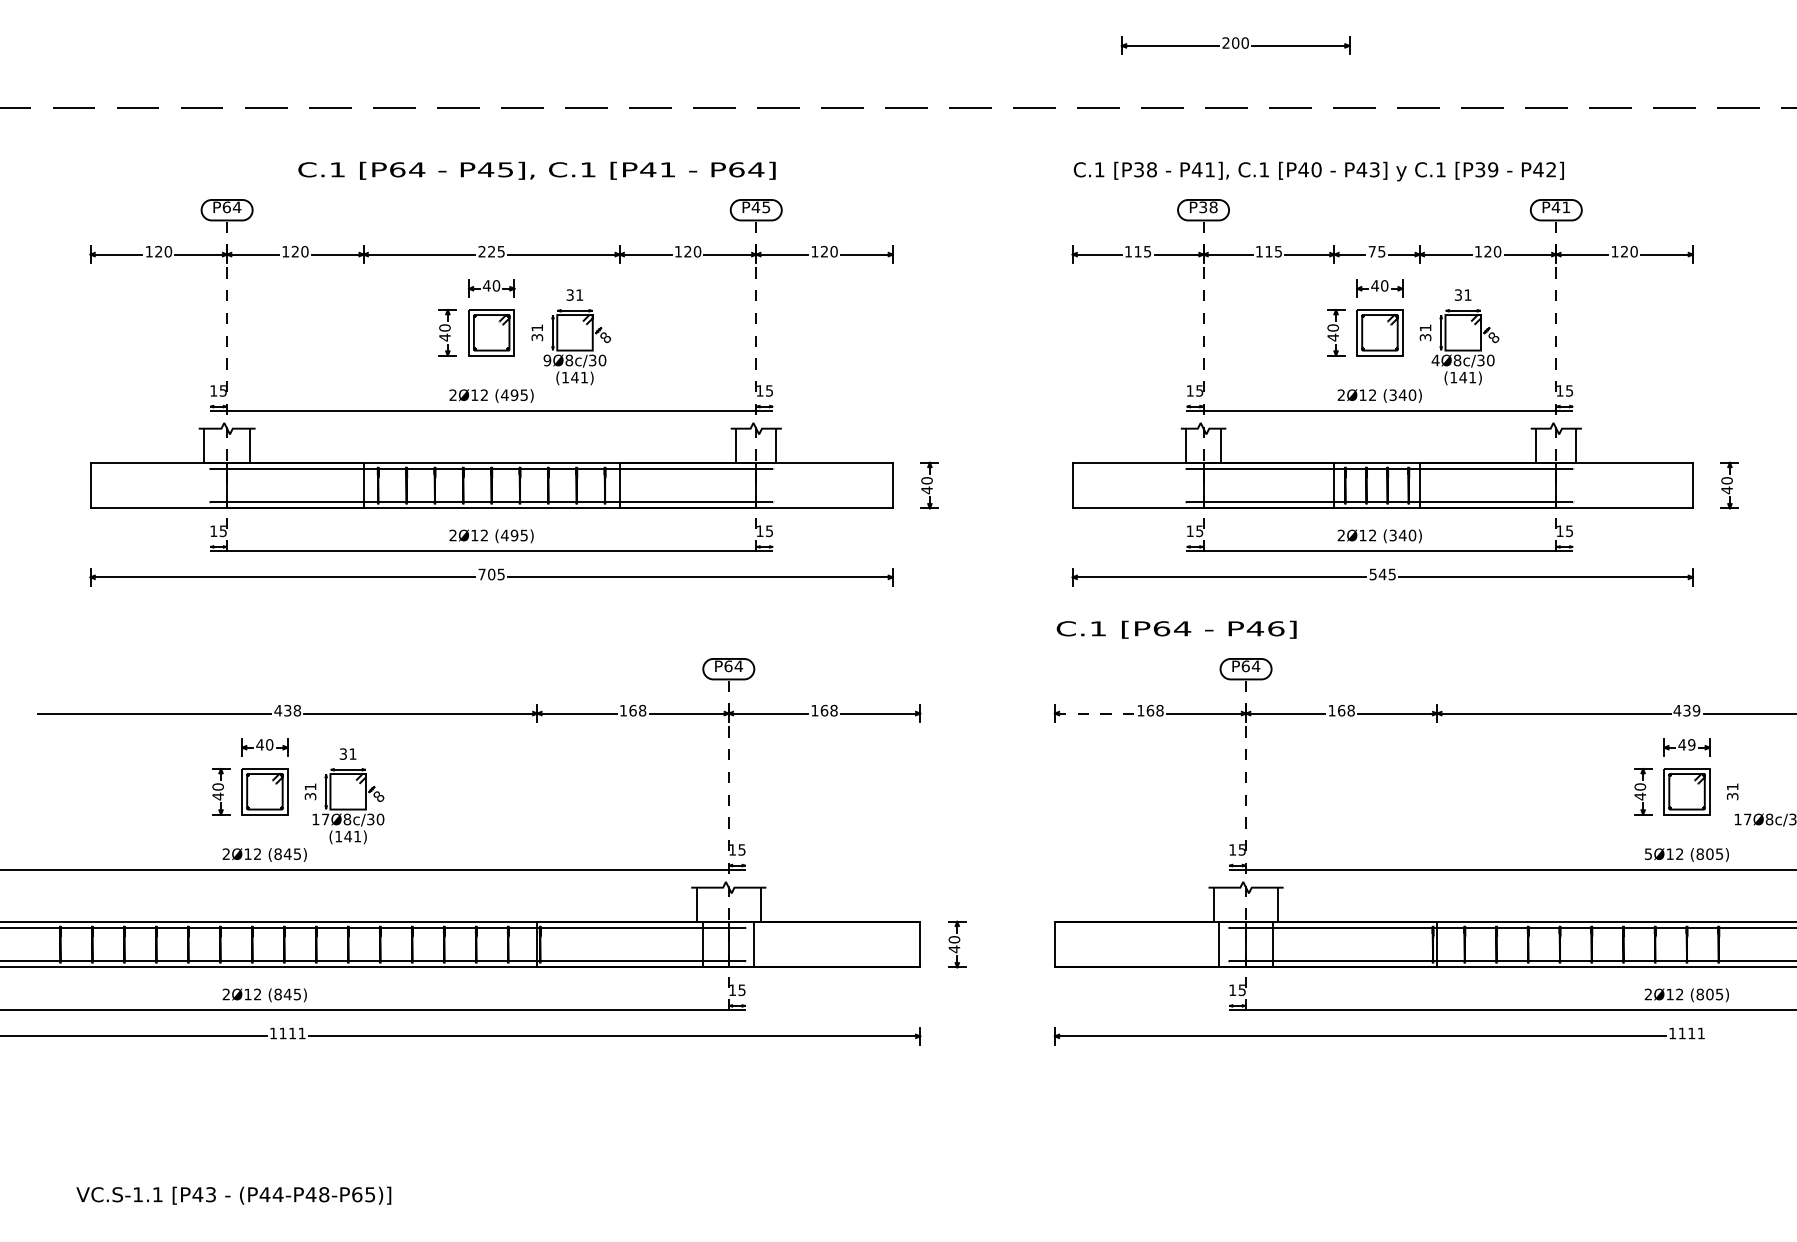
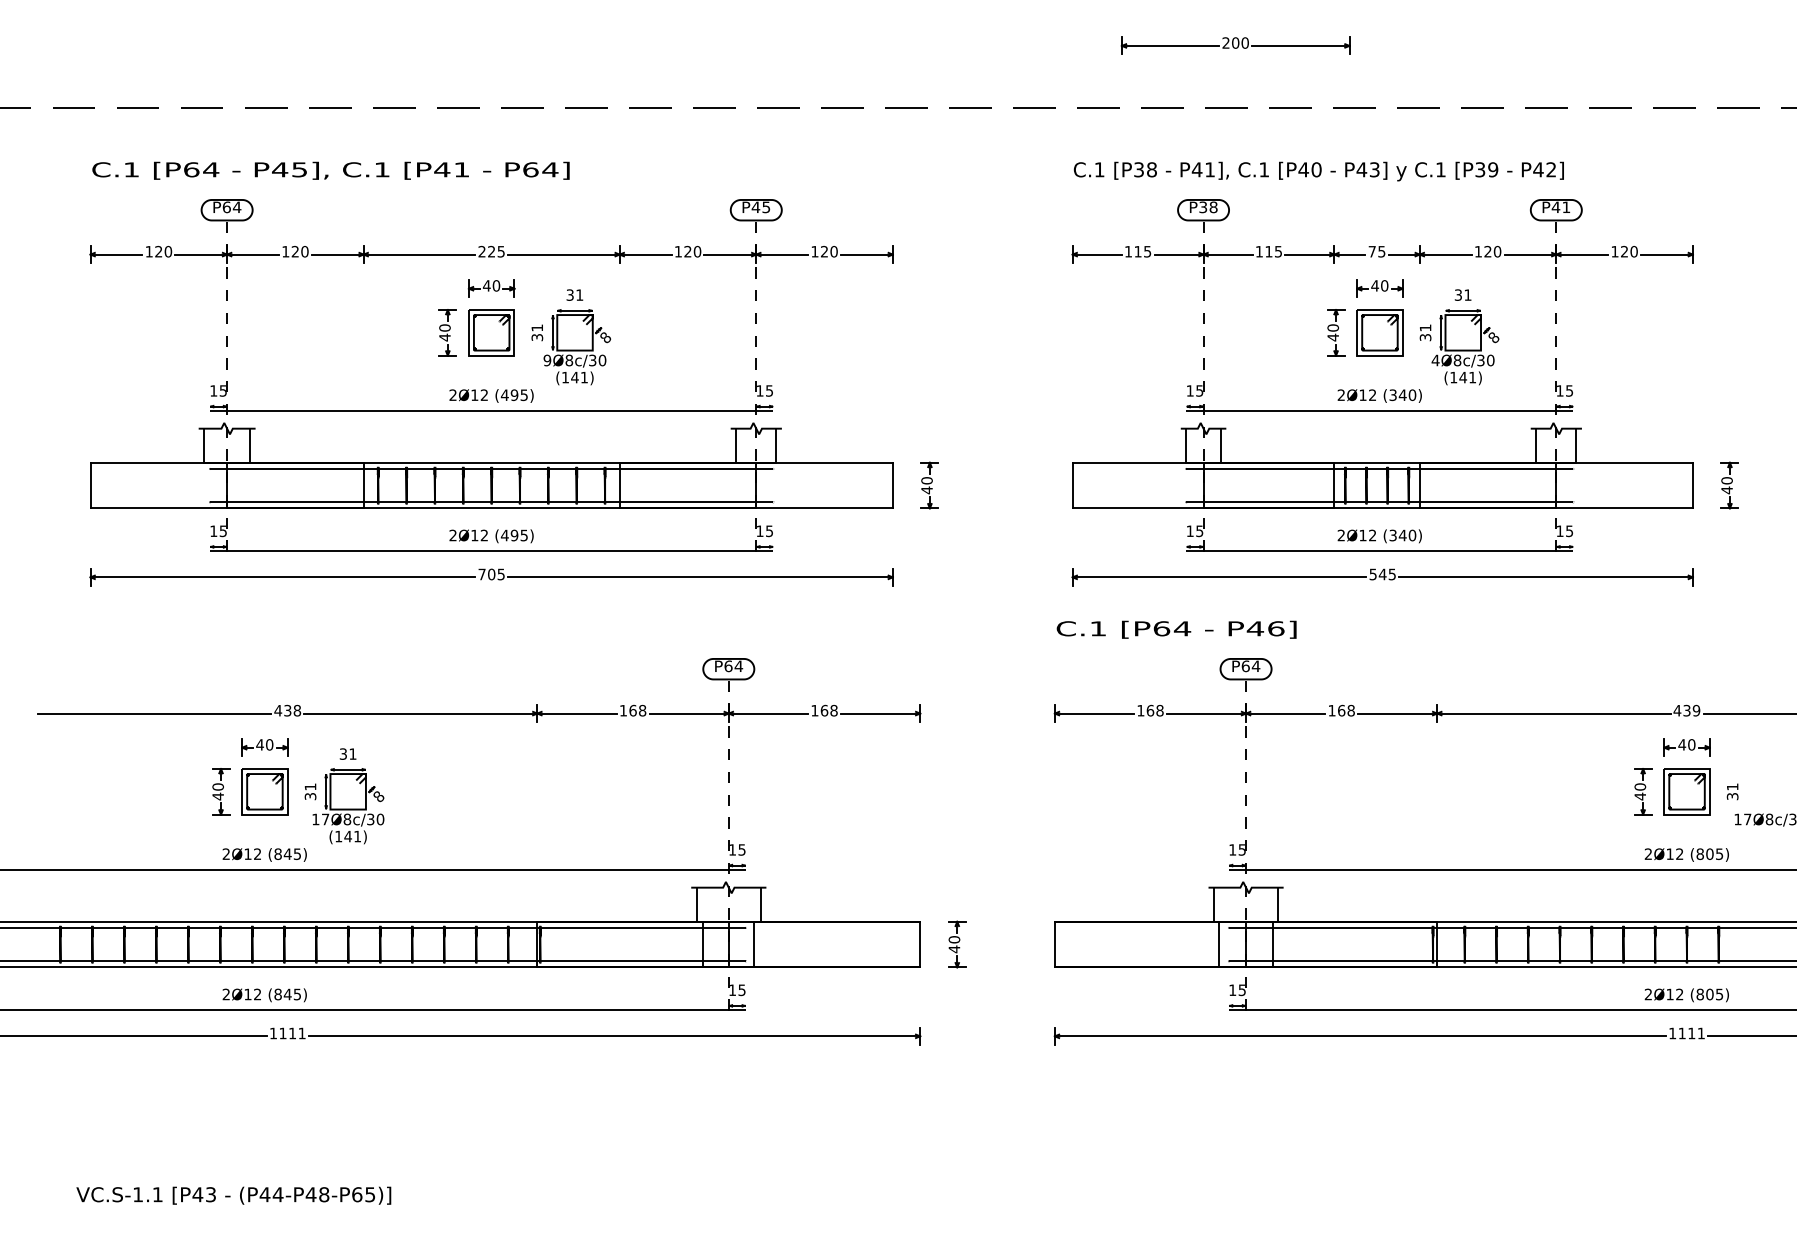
text at (536, 170) position: (536, 170) -> (330, 170)
line at (1094, 713): dashed -> solid
text at (1691, 744): 49 -> 40
text at (1647, 854): 5Ø12 -> 2Ø12
line at (1750, 1036): none -> present
